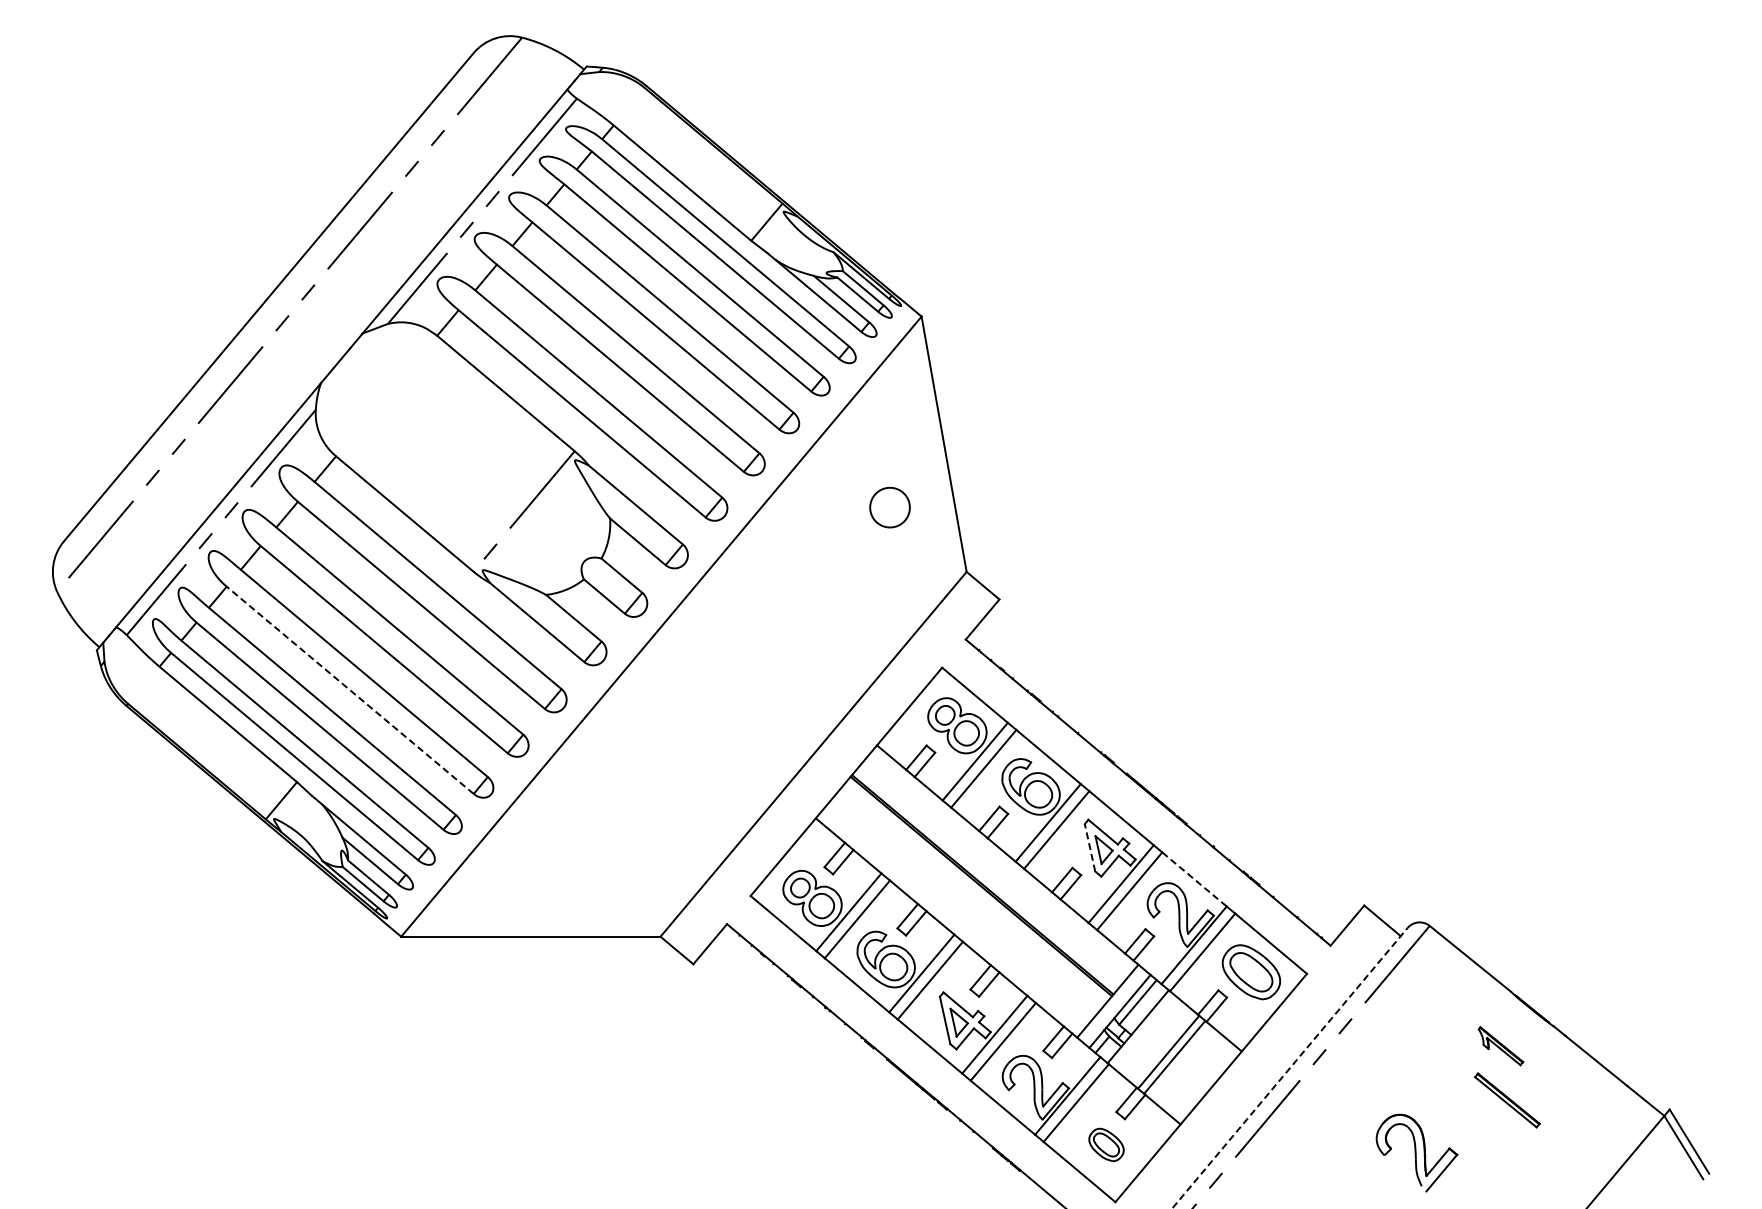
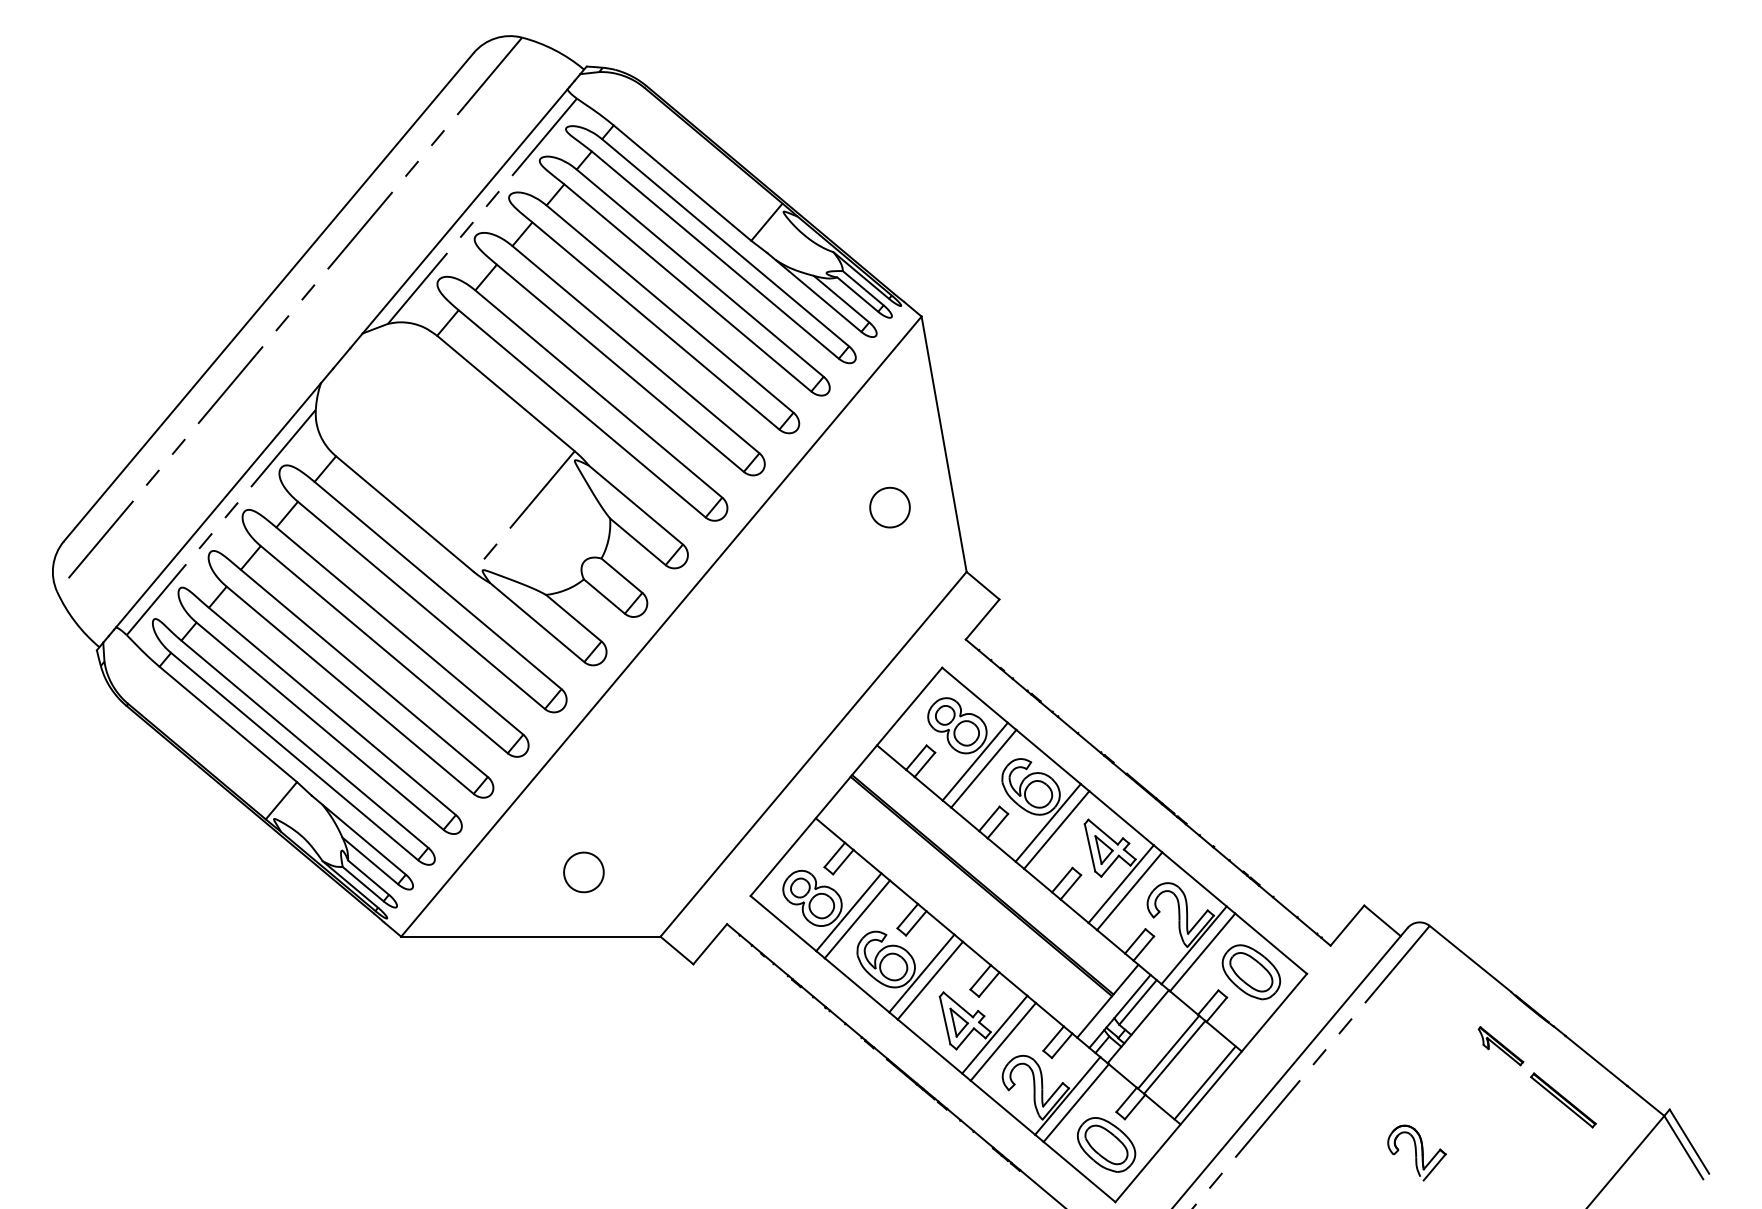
line at (349, 689): dashed -> solid
line at (1089, 847): dashed -> solid
part at (583, 872): none -> present
line at (1194, 879): dashed -> solid
line at (1290, 1068): dashed -> solid
line at (1204, 1082): none -> present
part at (1507, 1100) position: (1507, 1100) -> (1563, 1100)
part at (1106, 1144) size: 37x36 px -> 61x56 px
part at (1416, 1152) size: 84x80 px -> 60x58 px
